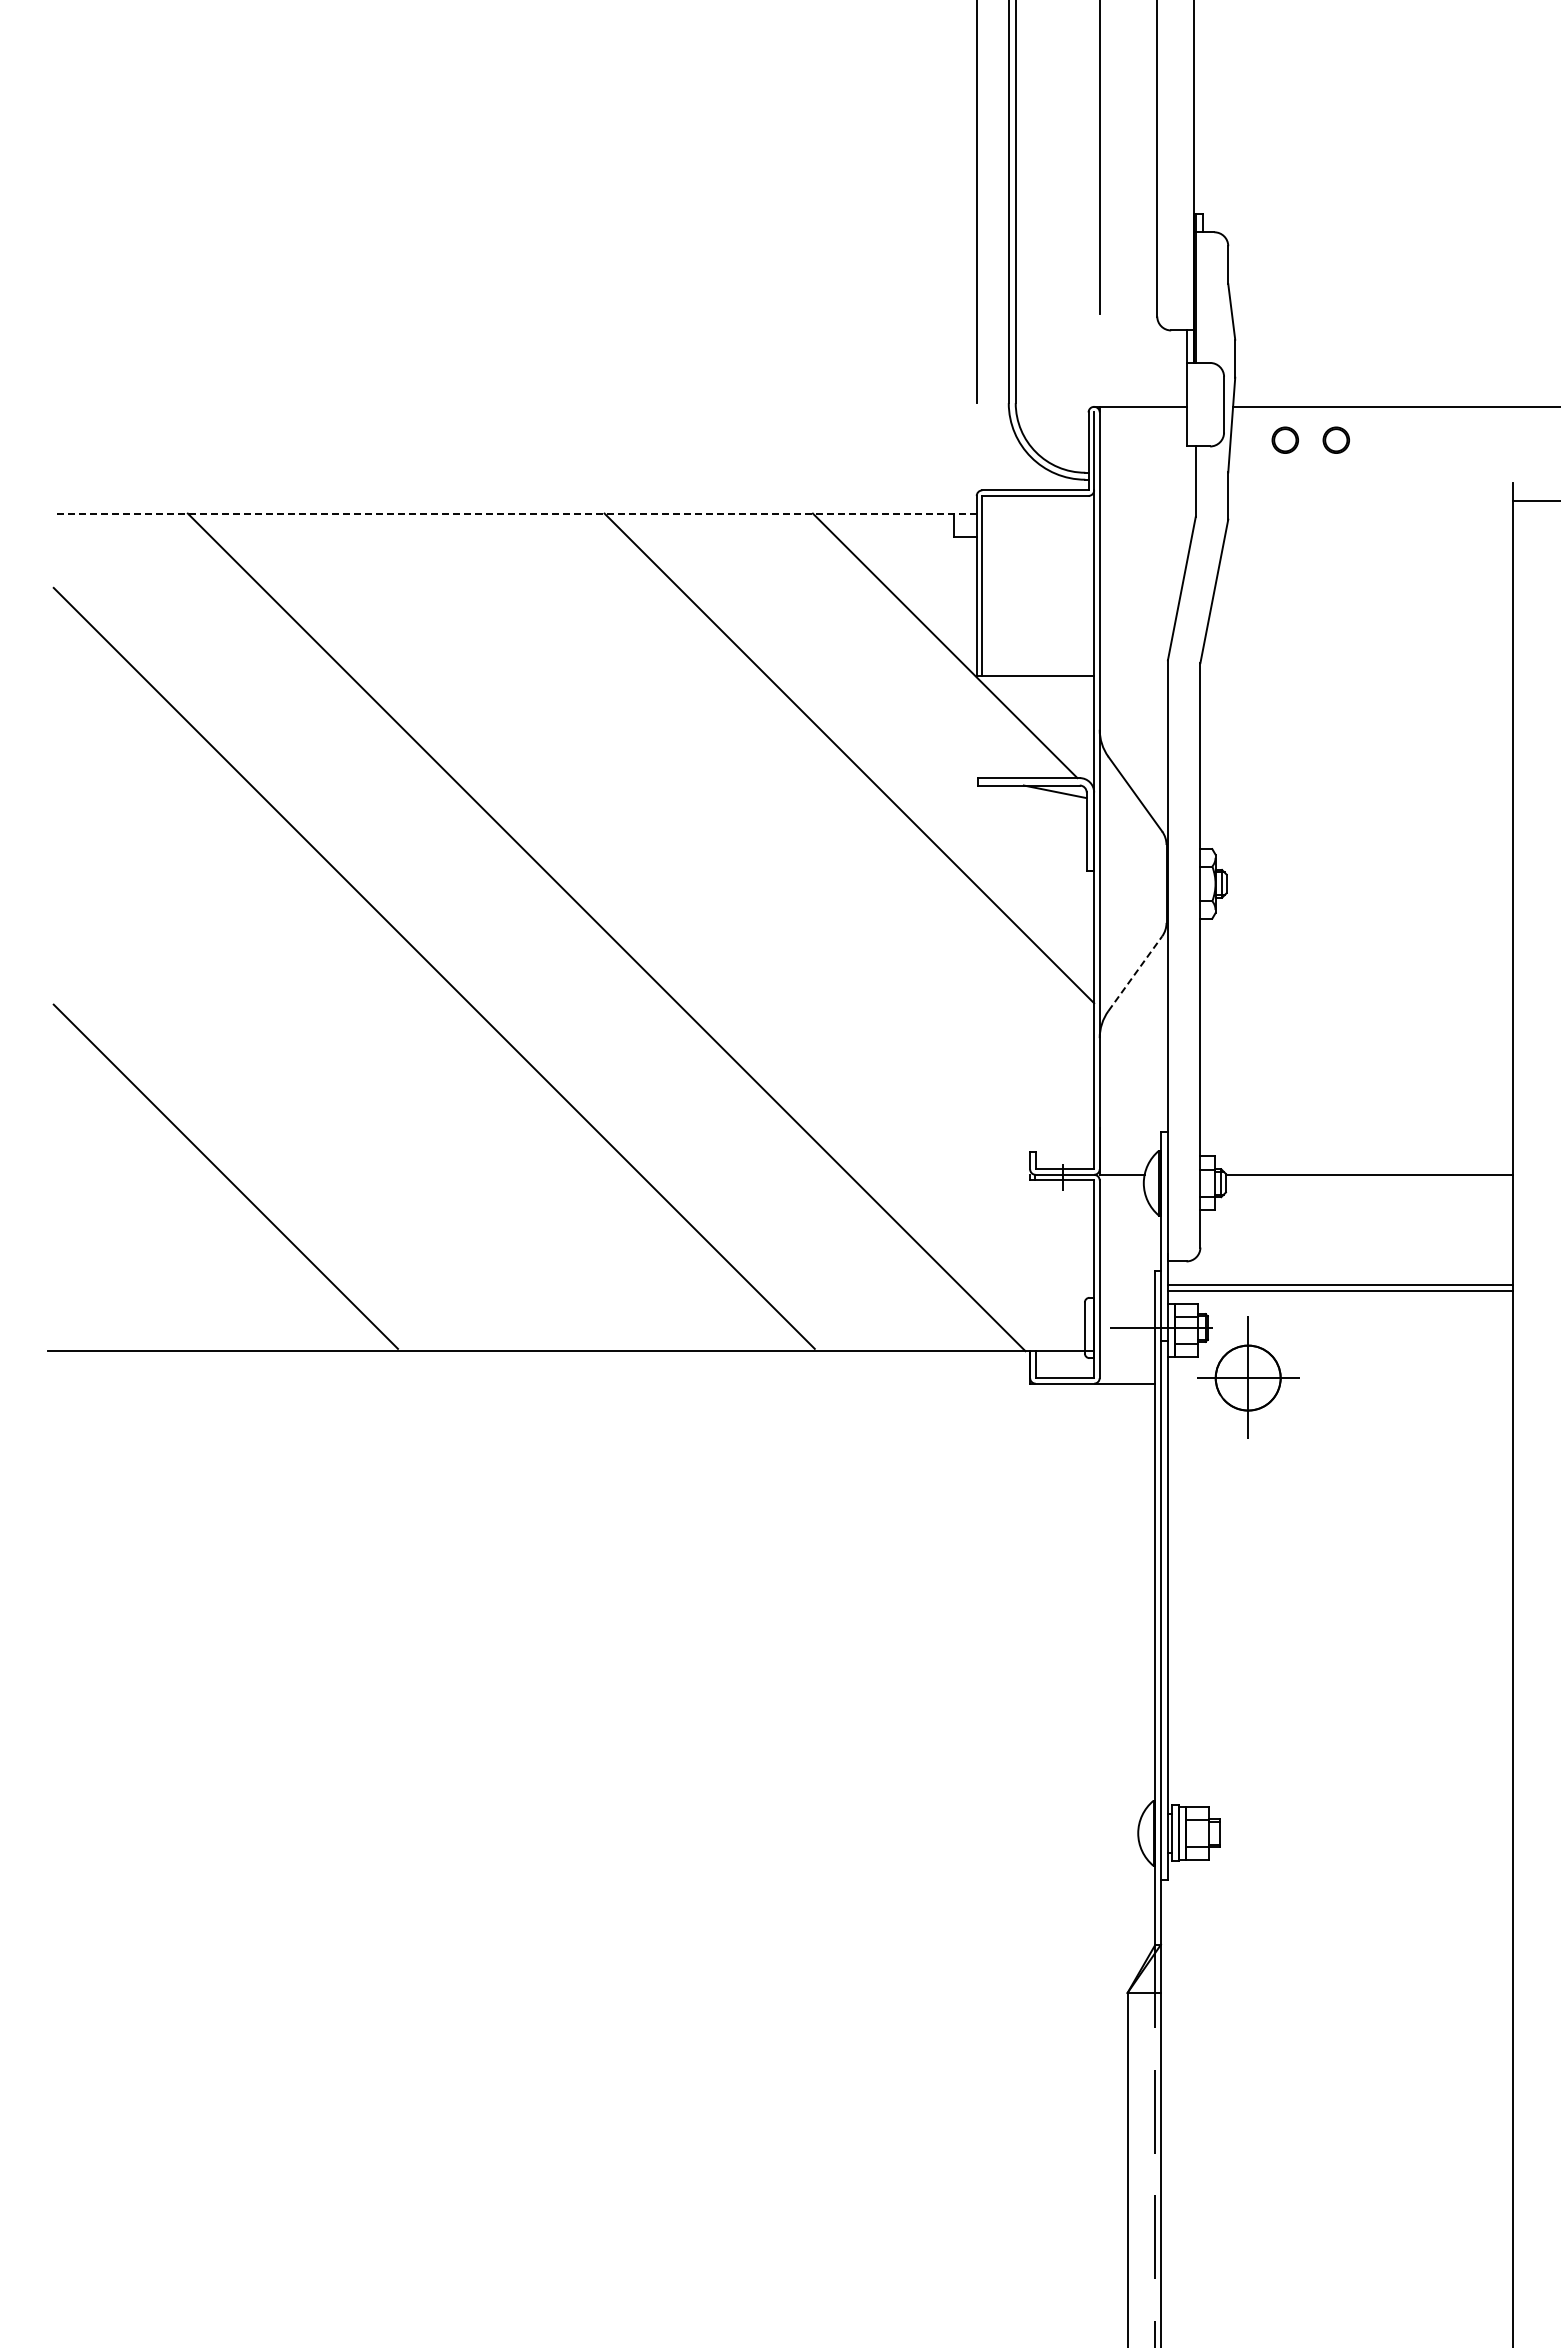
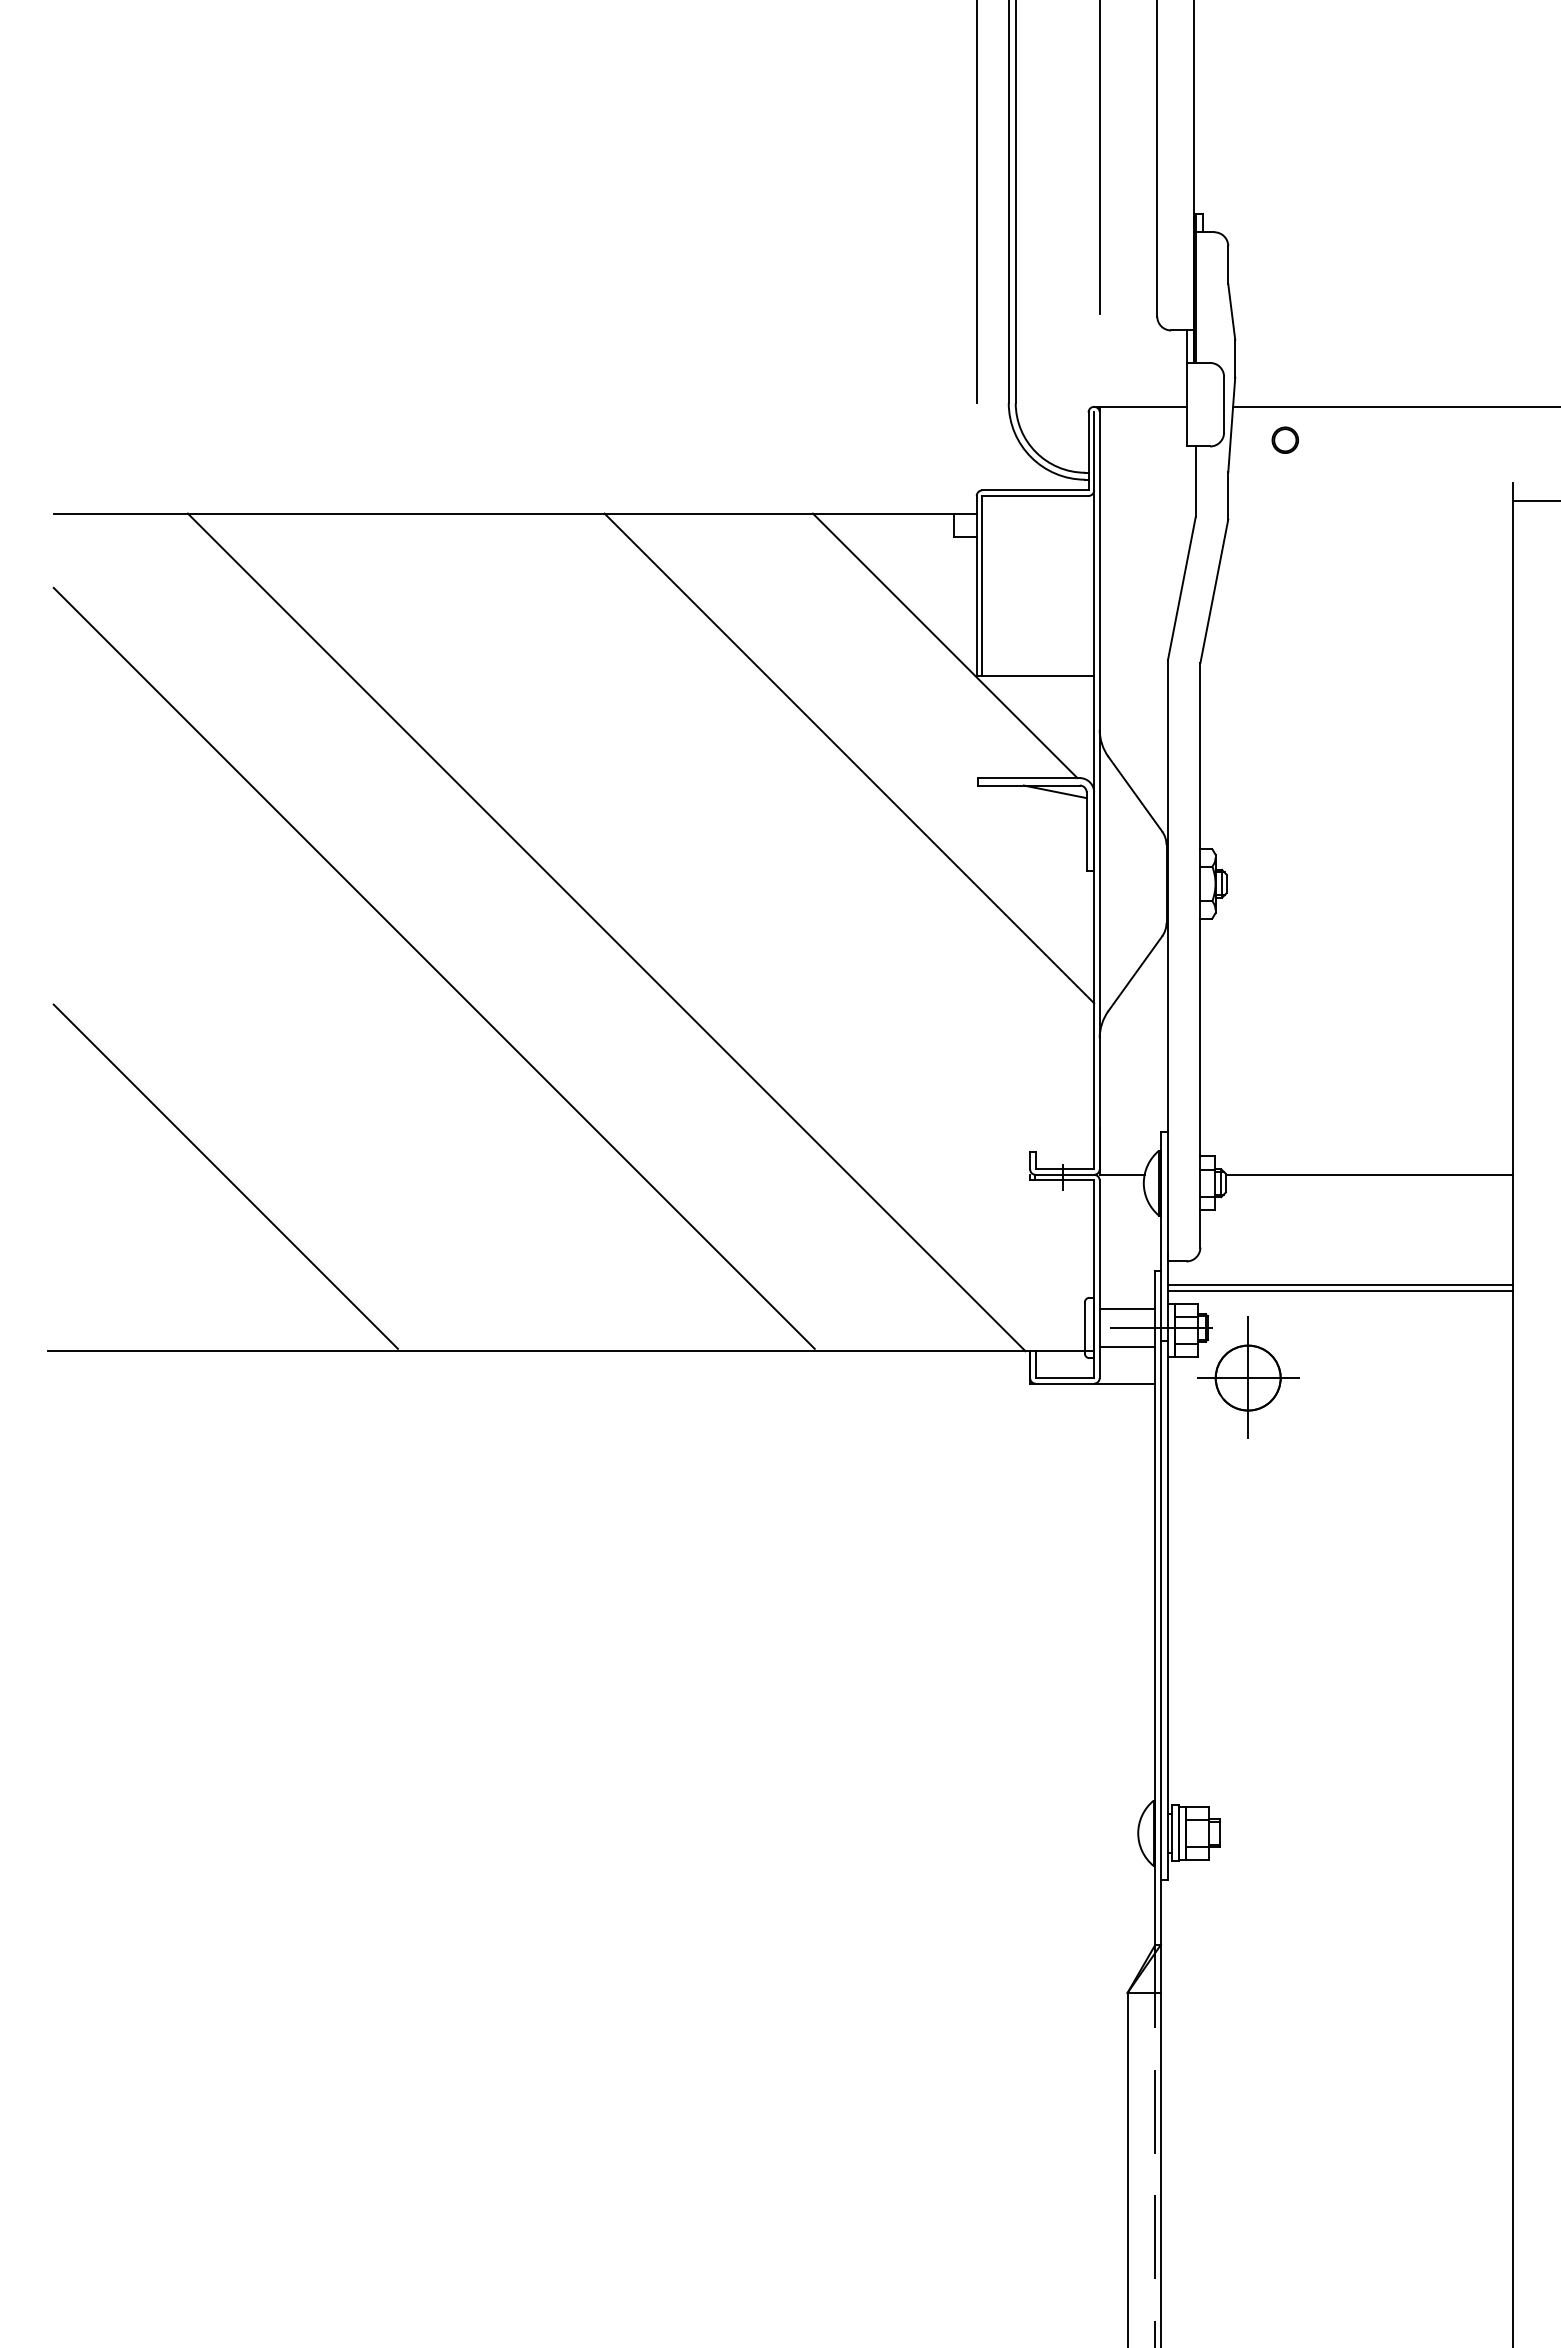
part at (1335, 439): present -> none
line at (514, 513): dashed -> solid
line at (1135, 973): dashed -> solid
line at (1127, 1309): none -> present
line at (1127, 1346): none -> present
